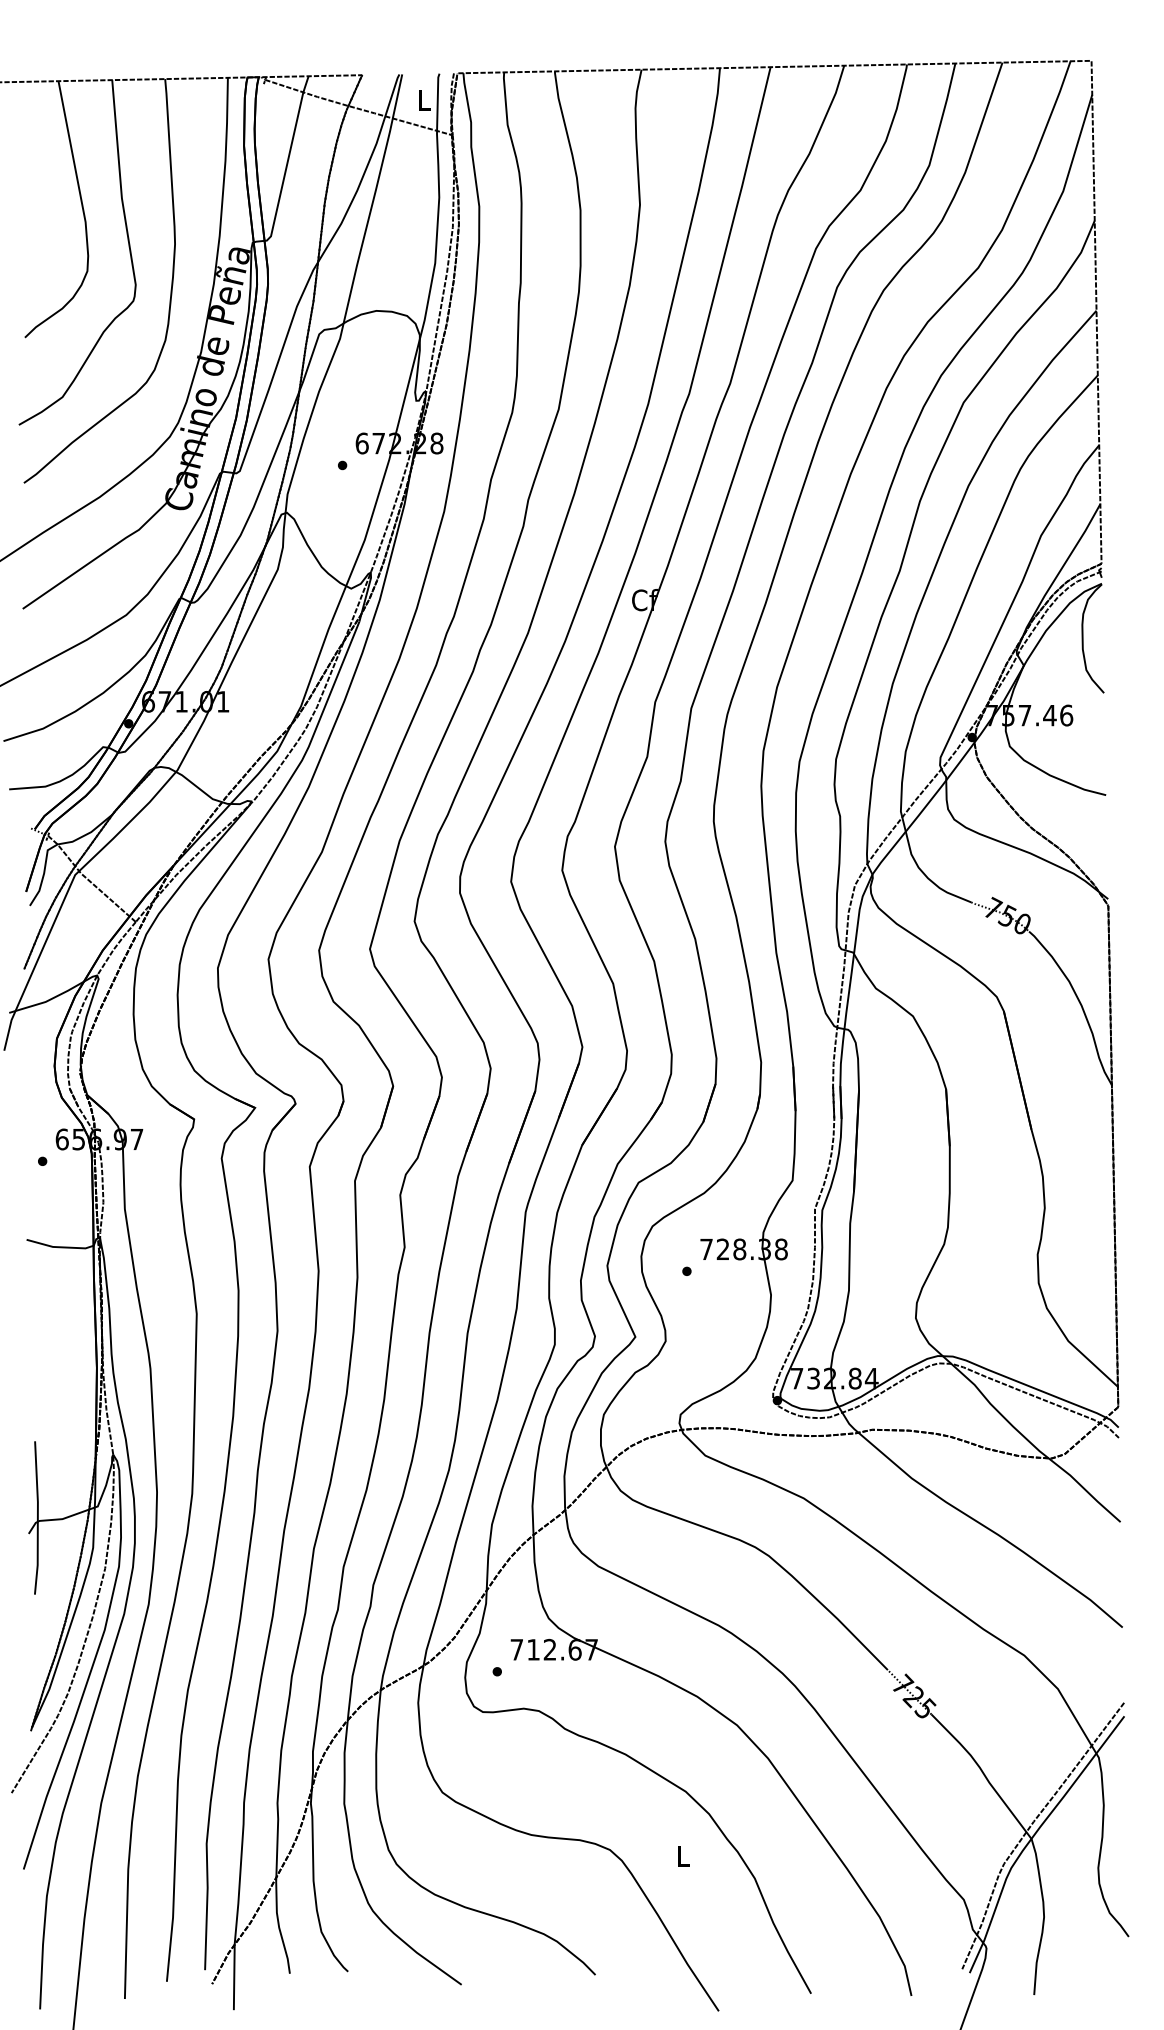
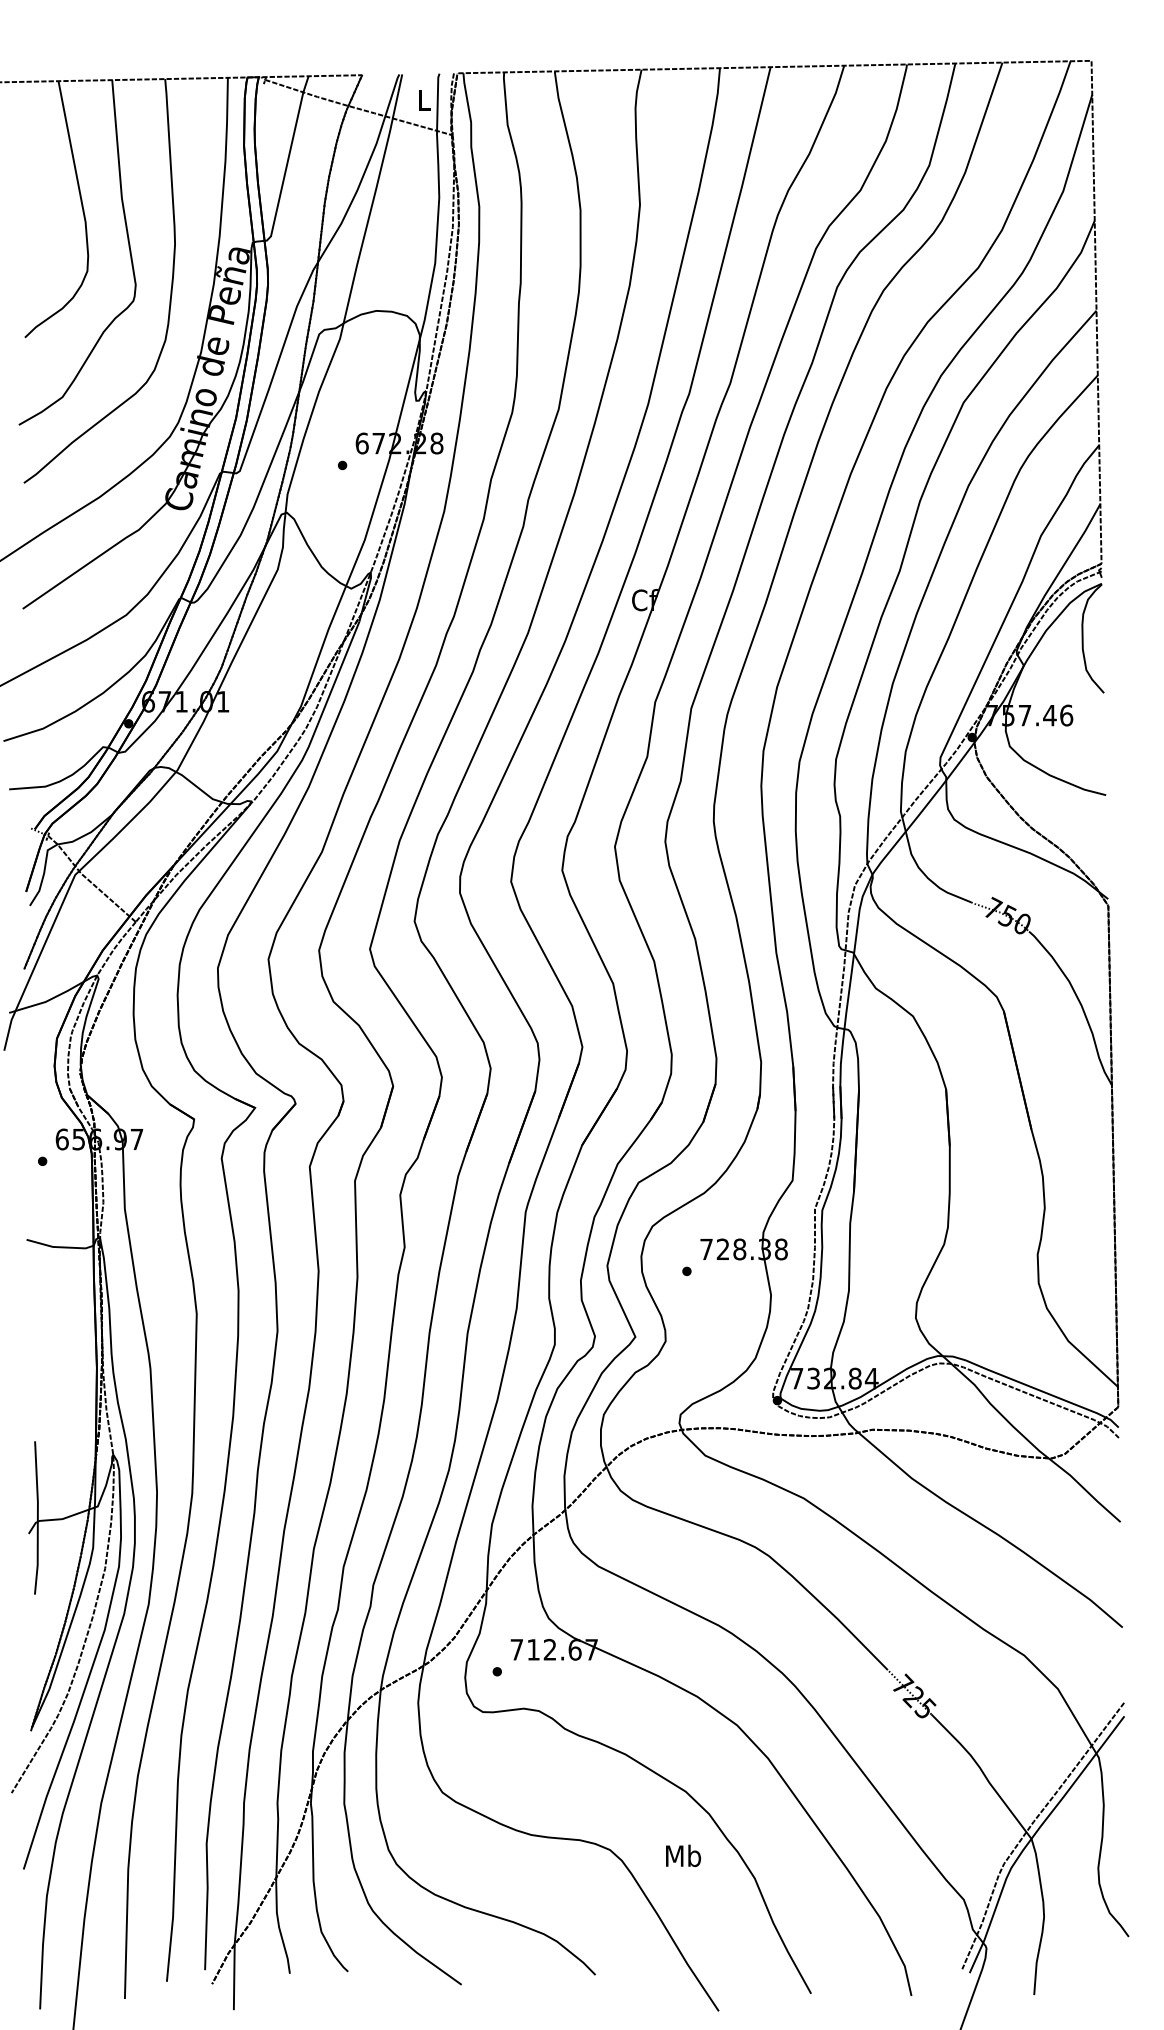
text at (683, 1855): L -> Mb
